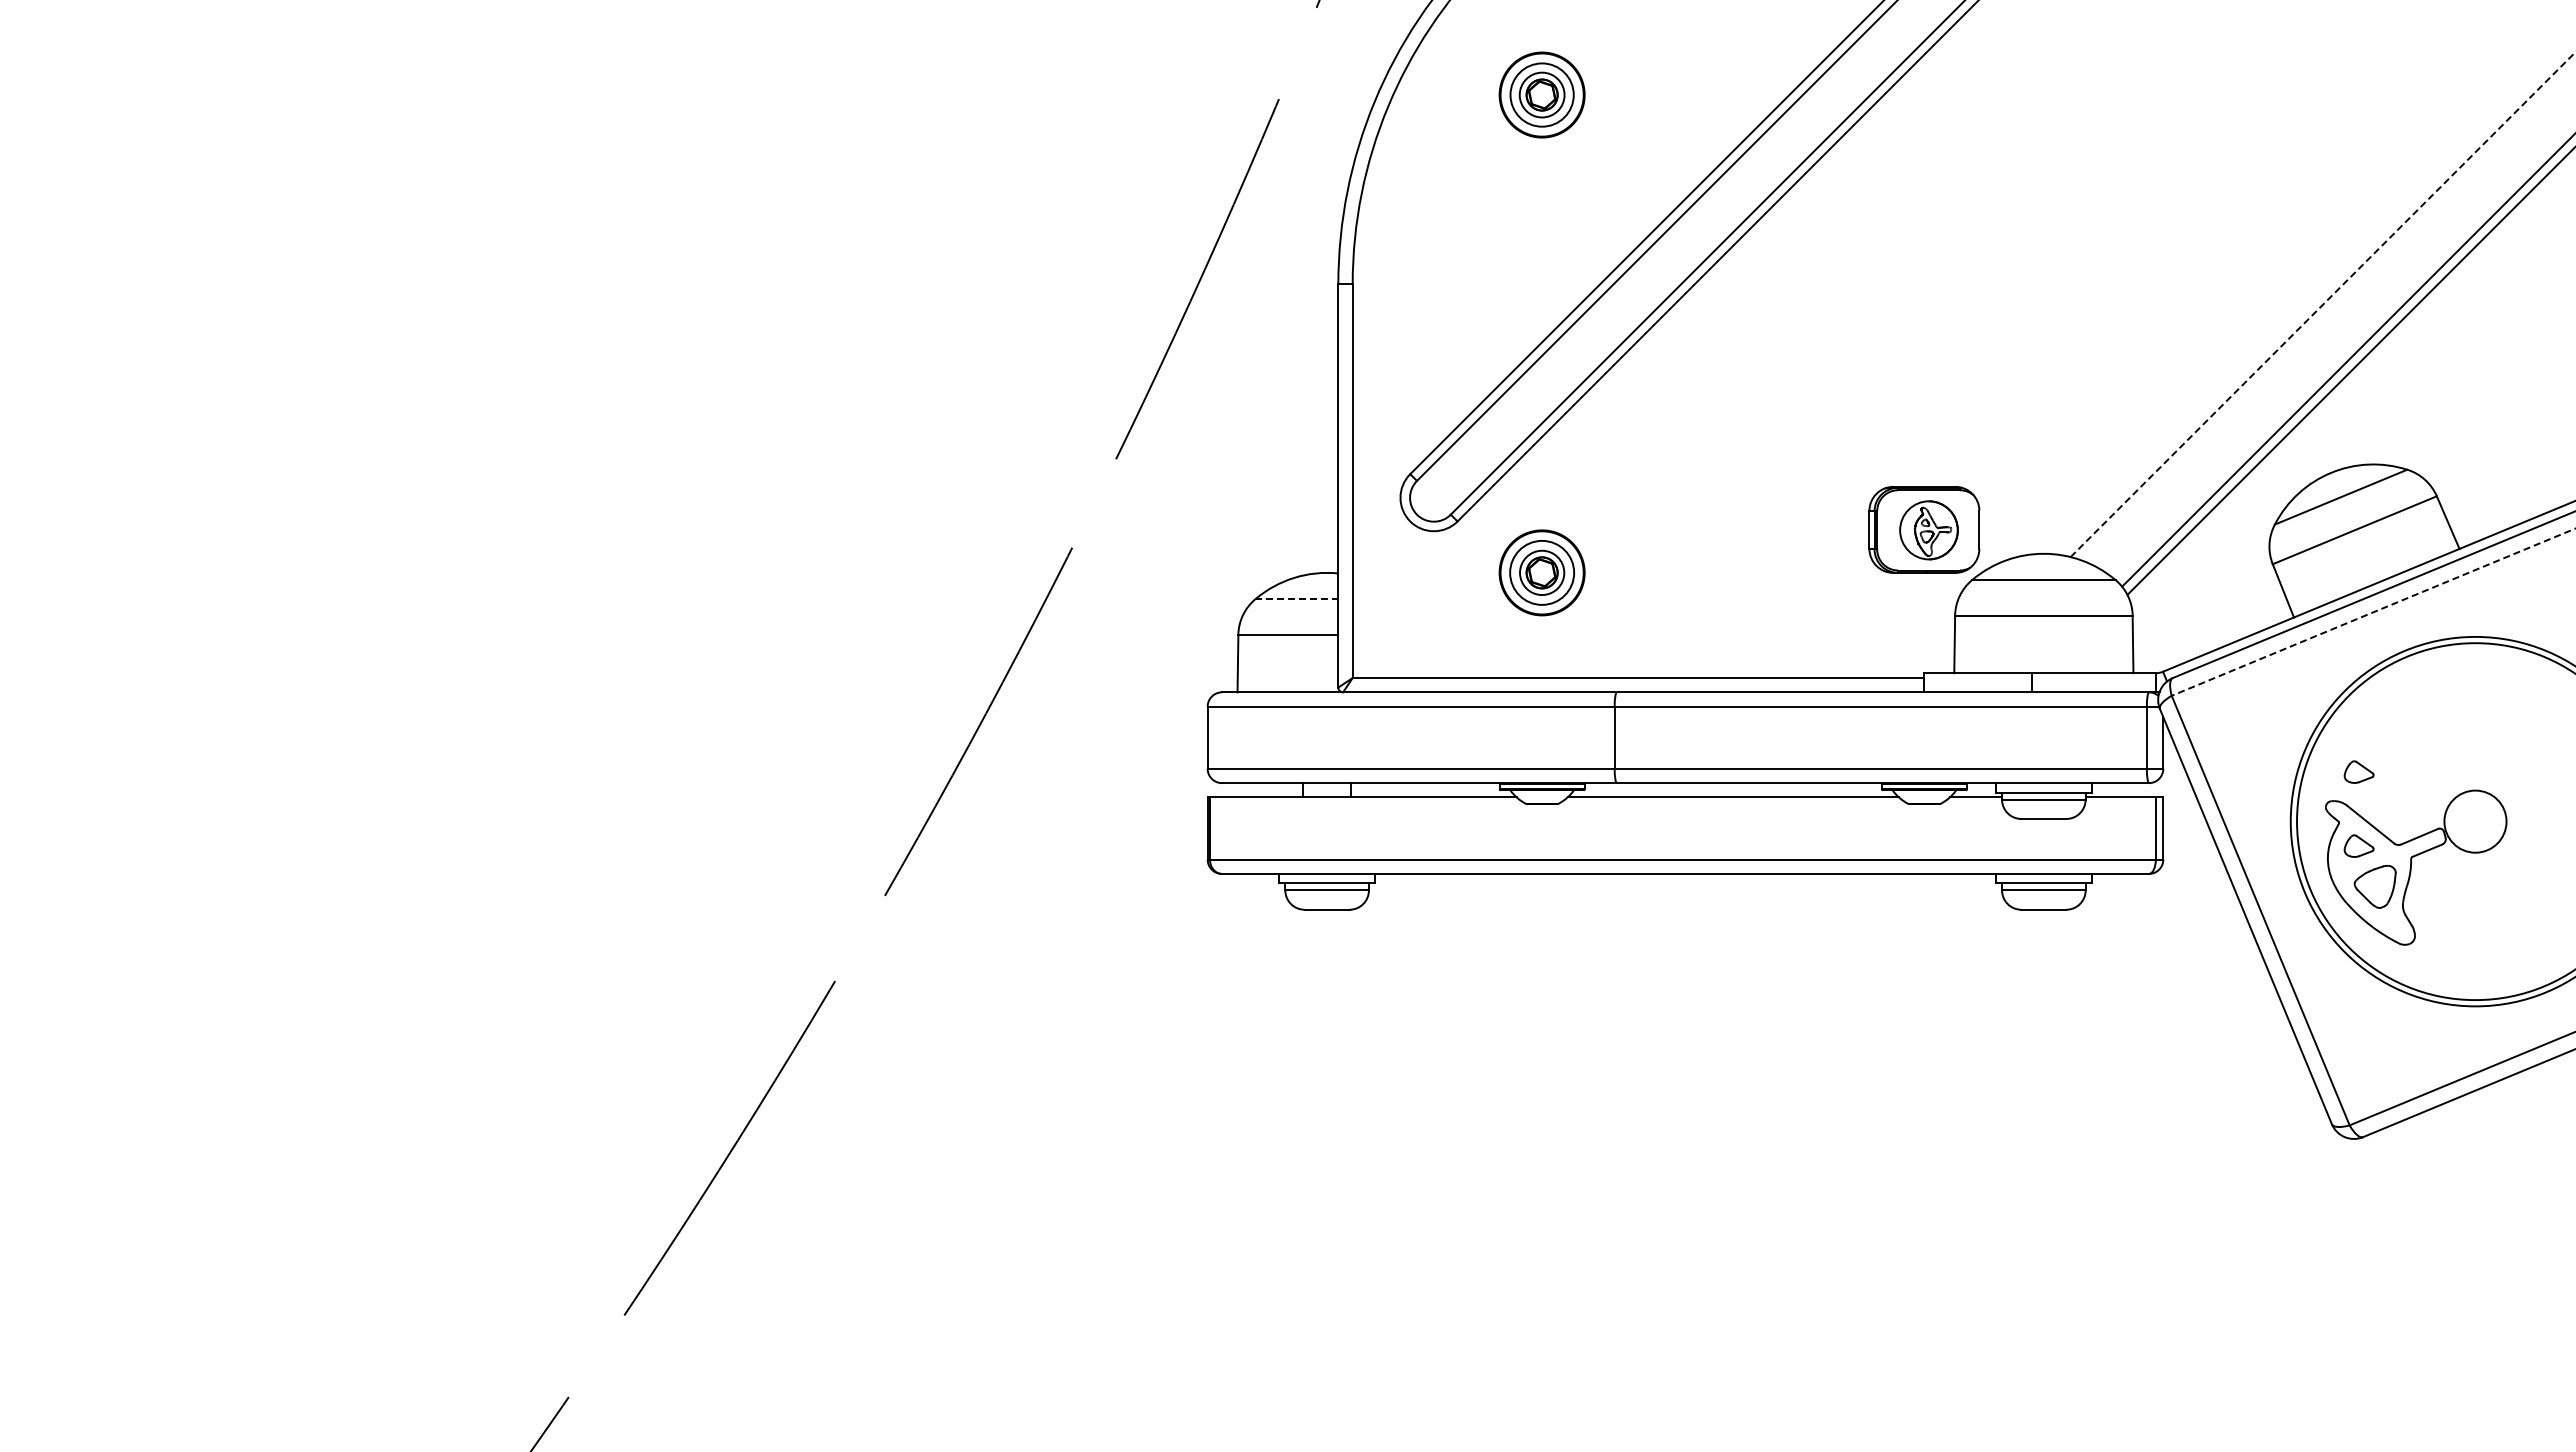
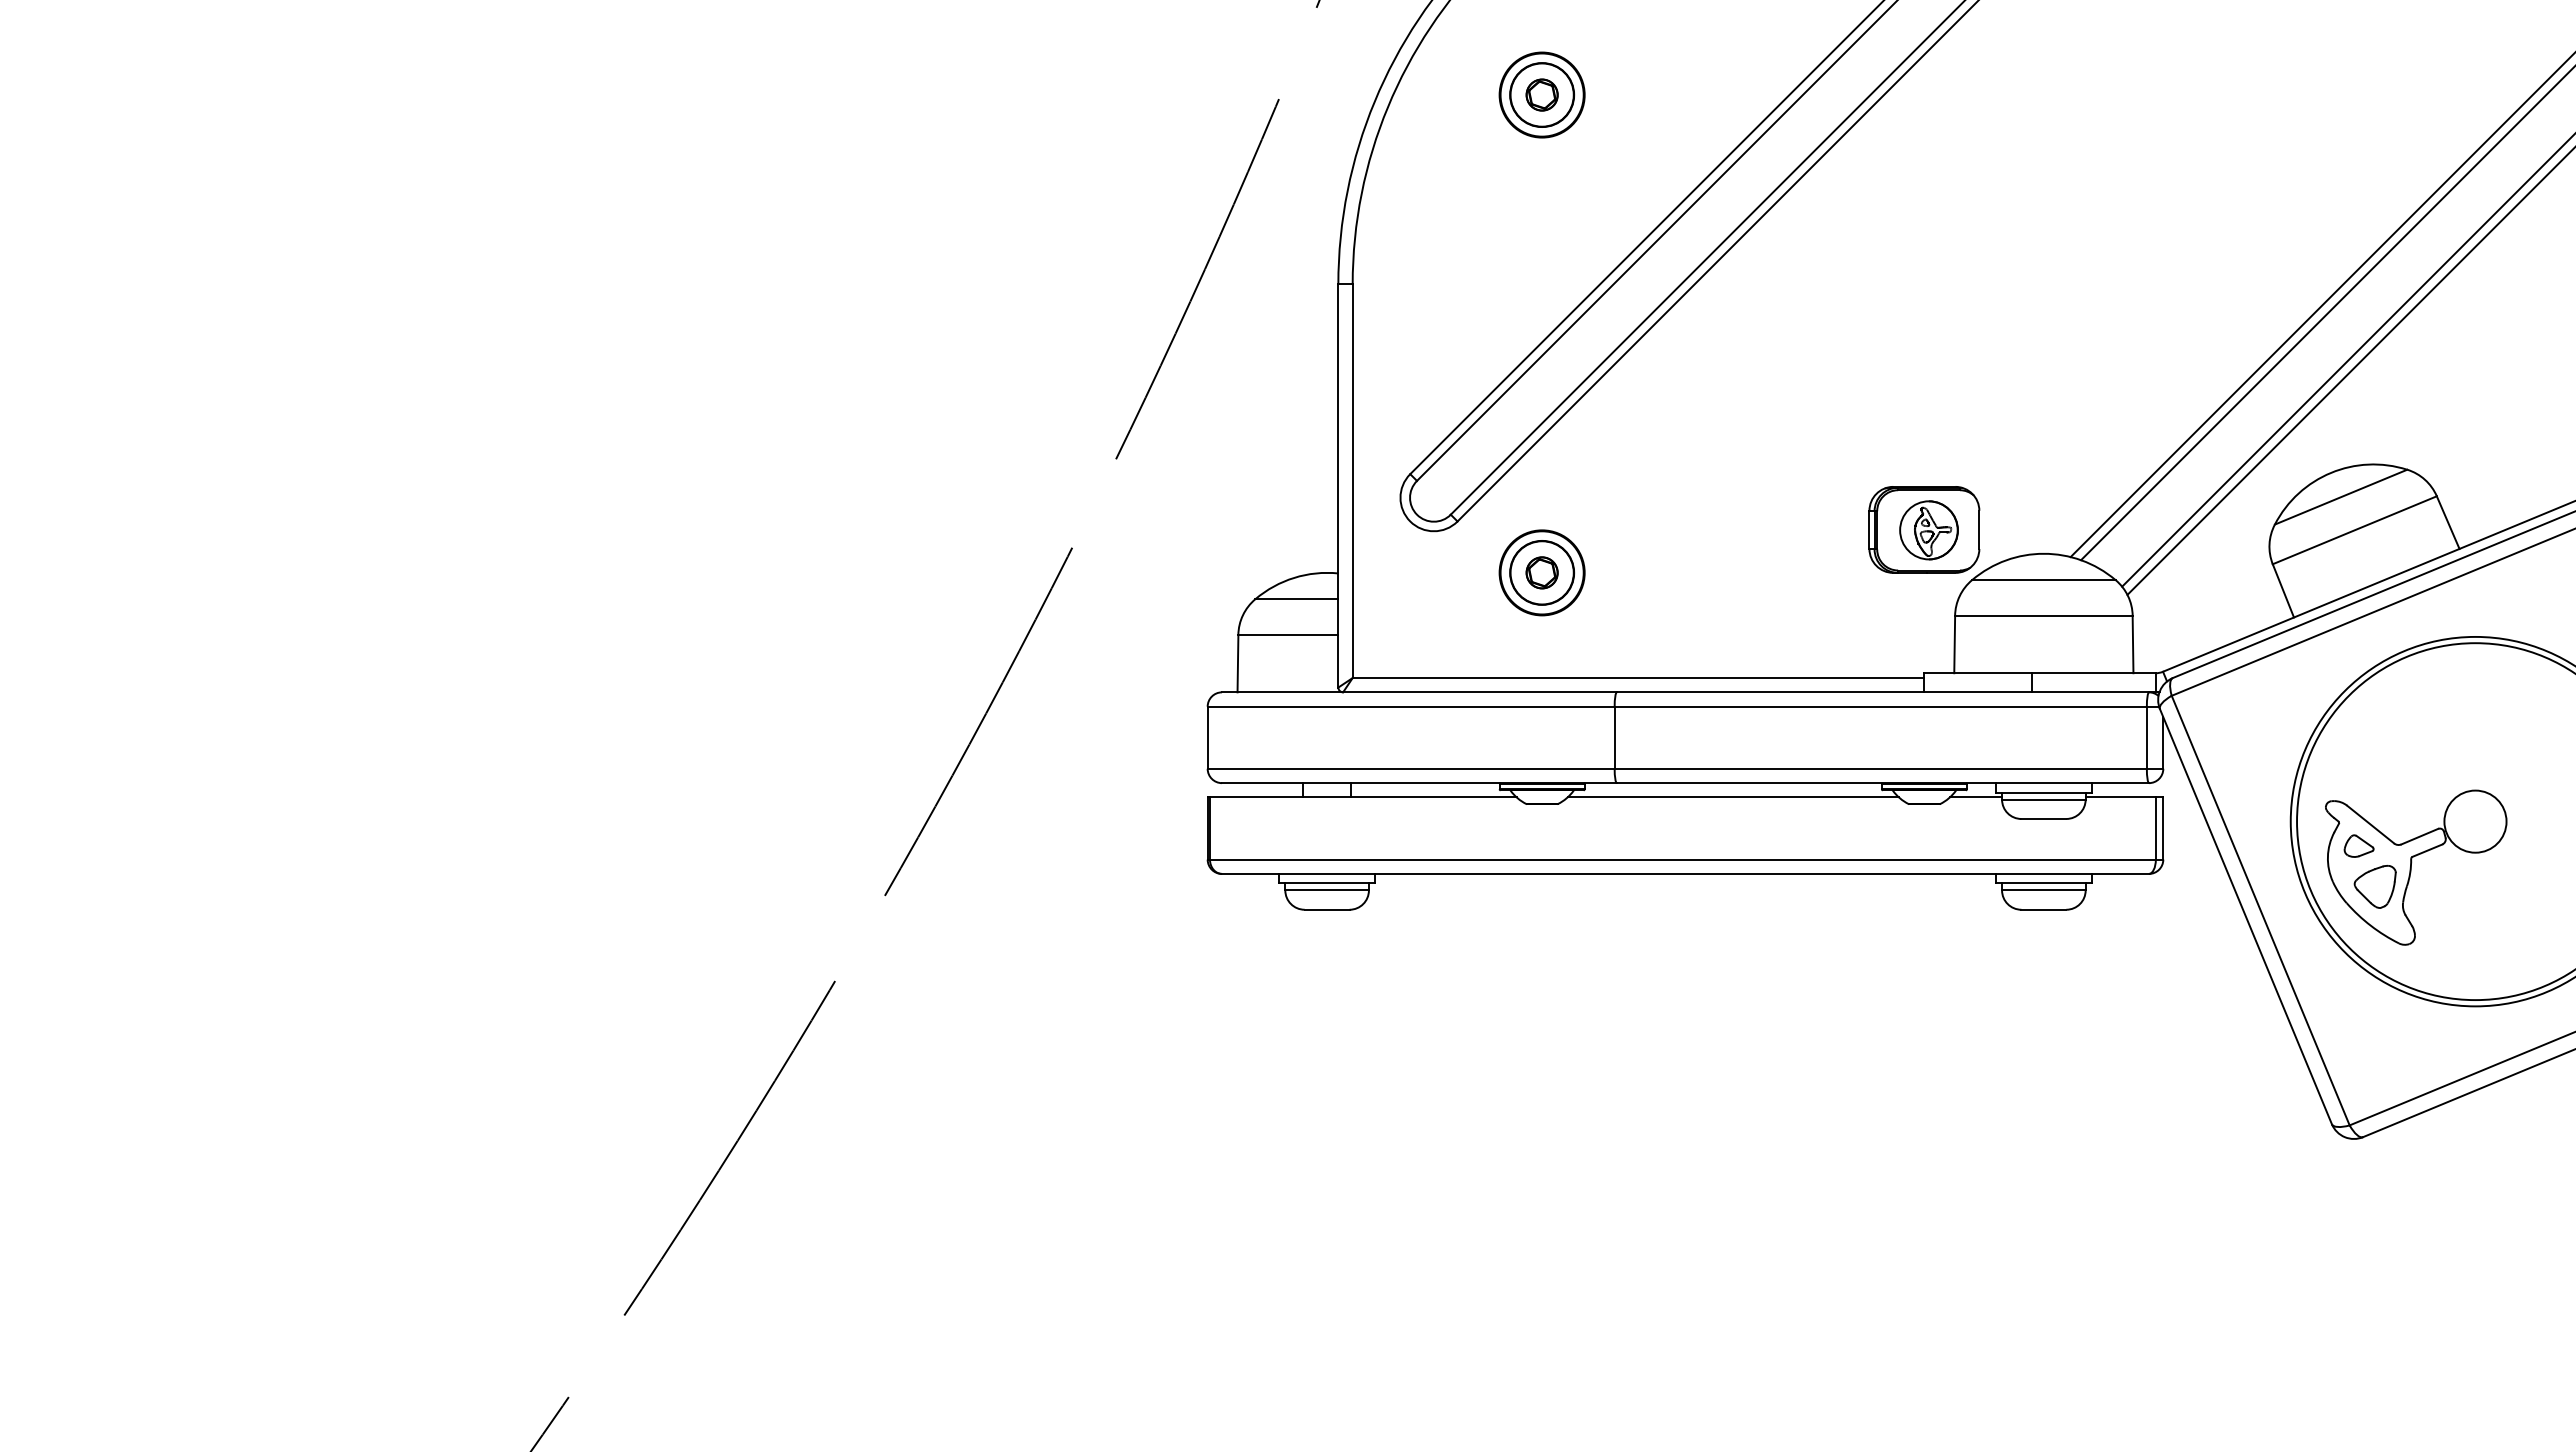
circle at (1541, 94) diameter: 45 px -> 64 px
line at (2323, 304): dashed -> solid
line at (2326, 314): none -> present
circle at (1542, 572) diameter: 44 px -> 63 px
line at (1297, 599): dashed -> solid
line at (2373, 612): dashed -> solid
part at (2358, 771): present -> none
